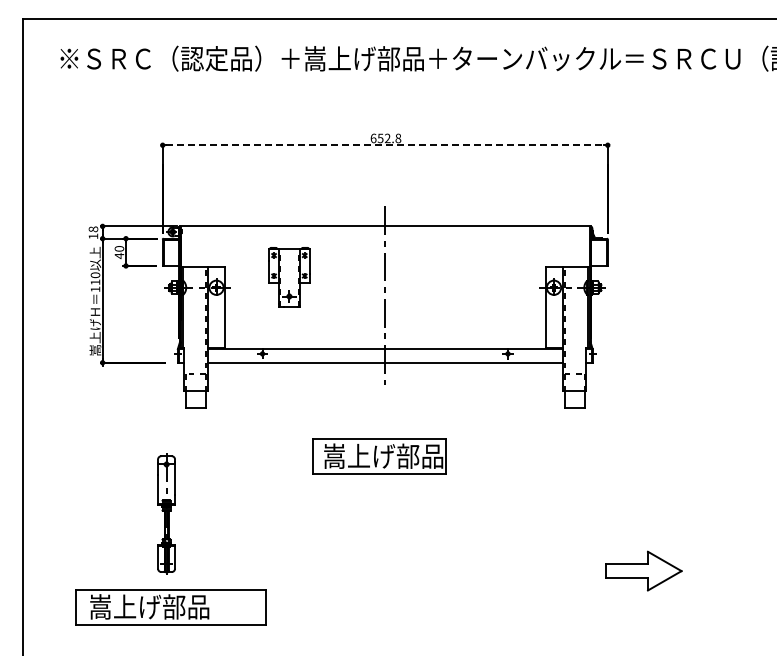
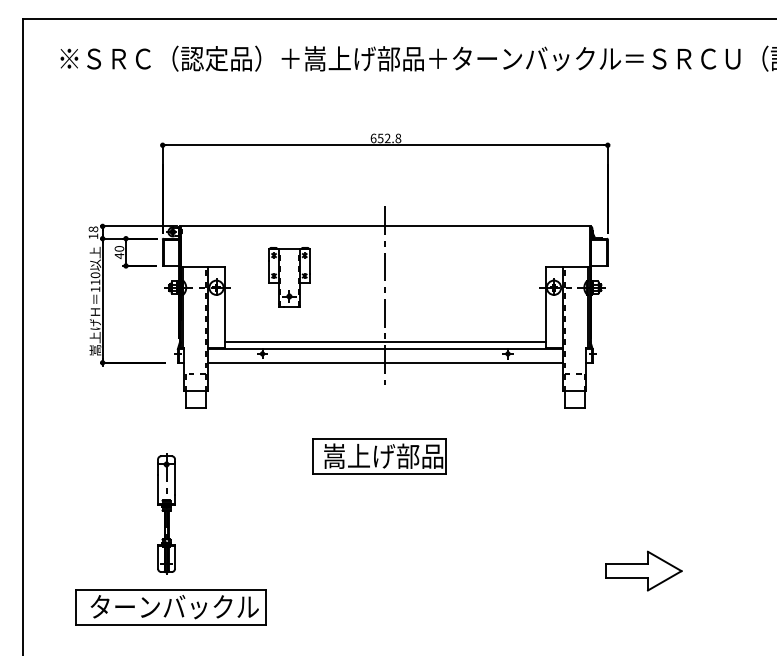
line at (385, 145): dashed -> solid
line at (385, 342): none -> present
text at (174, 606): 嵩上げ部品 -> ターンバックル
